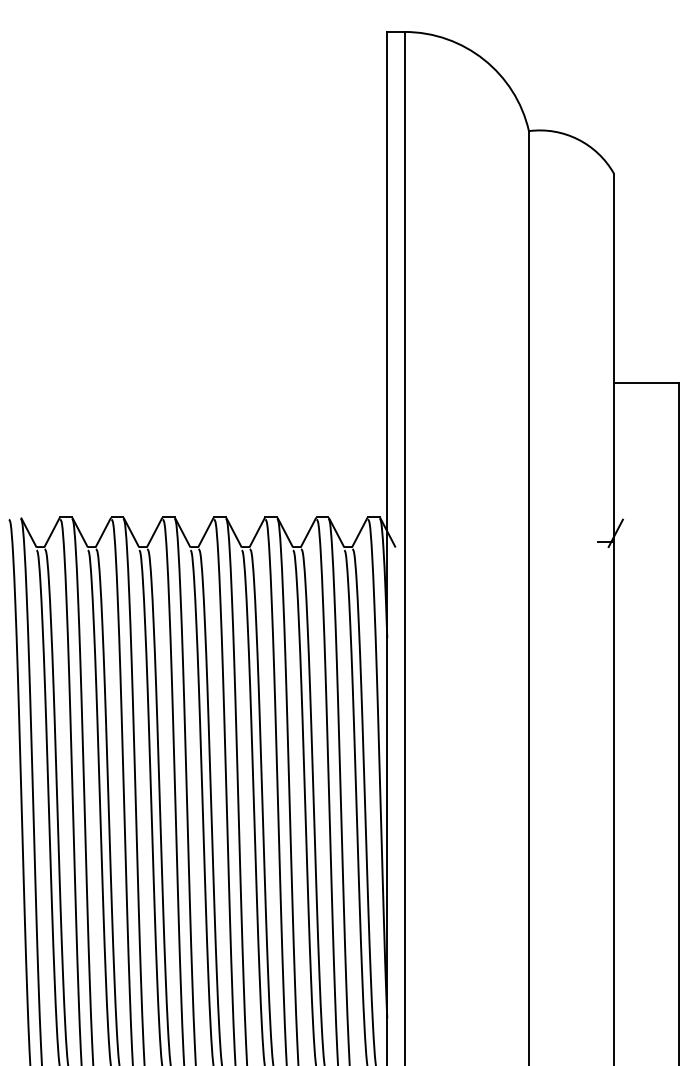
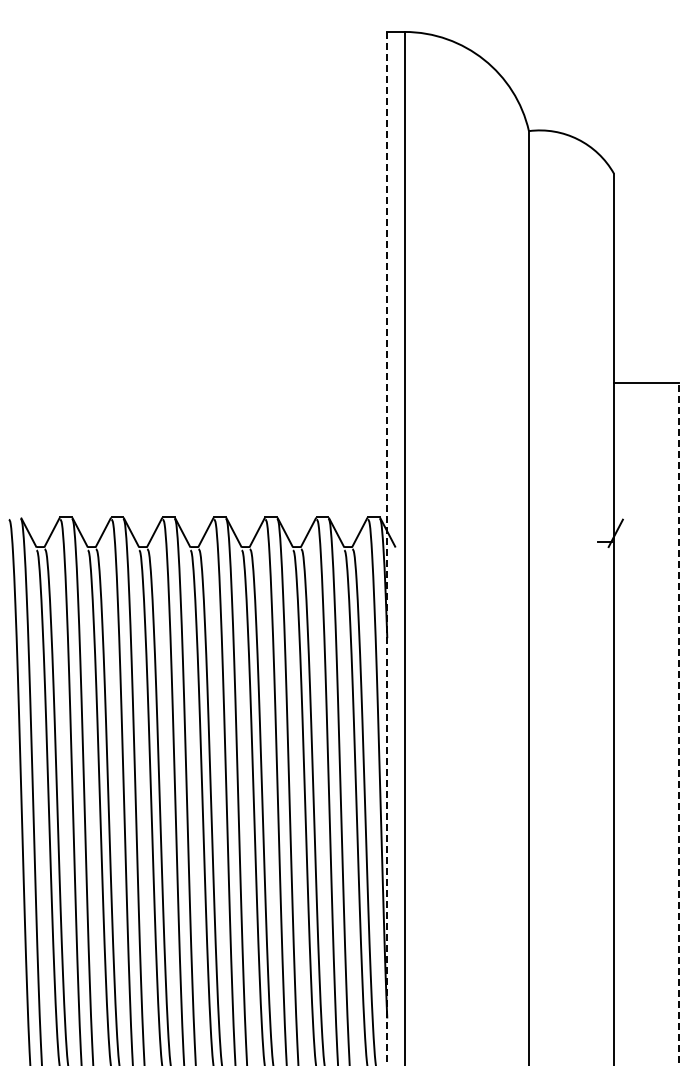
line at (387, 548): solid -> dashed
line at (679, 724): solid -> dashed
